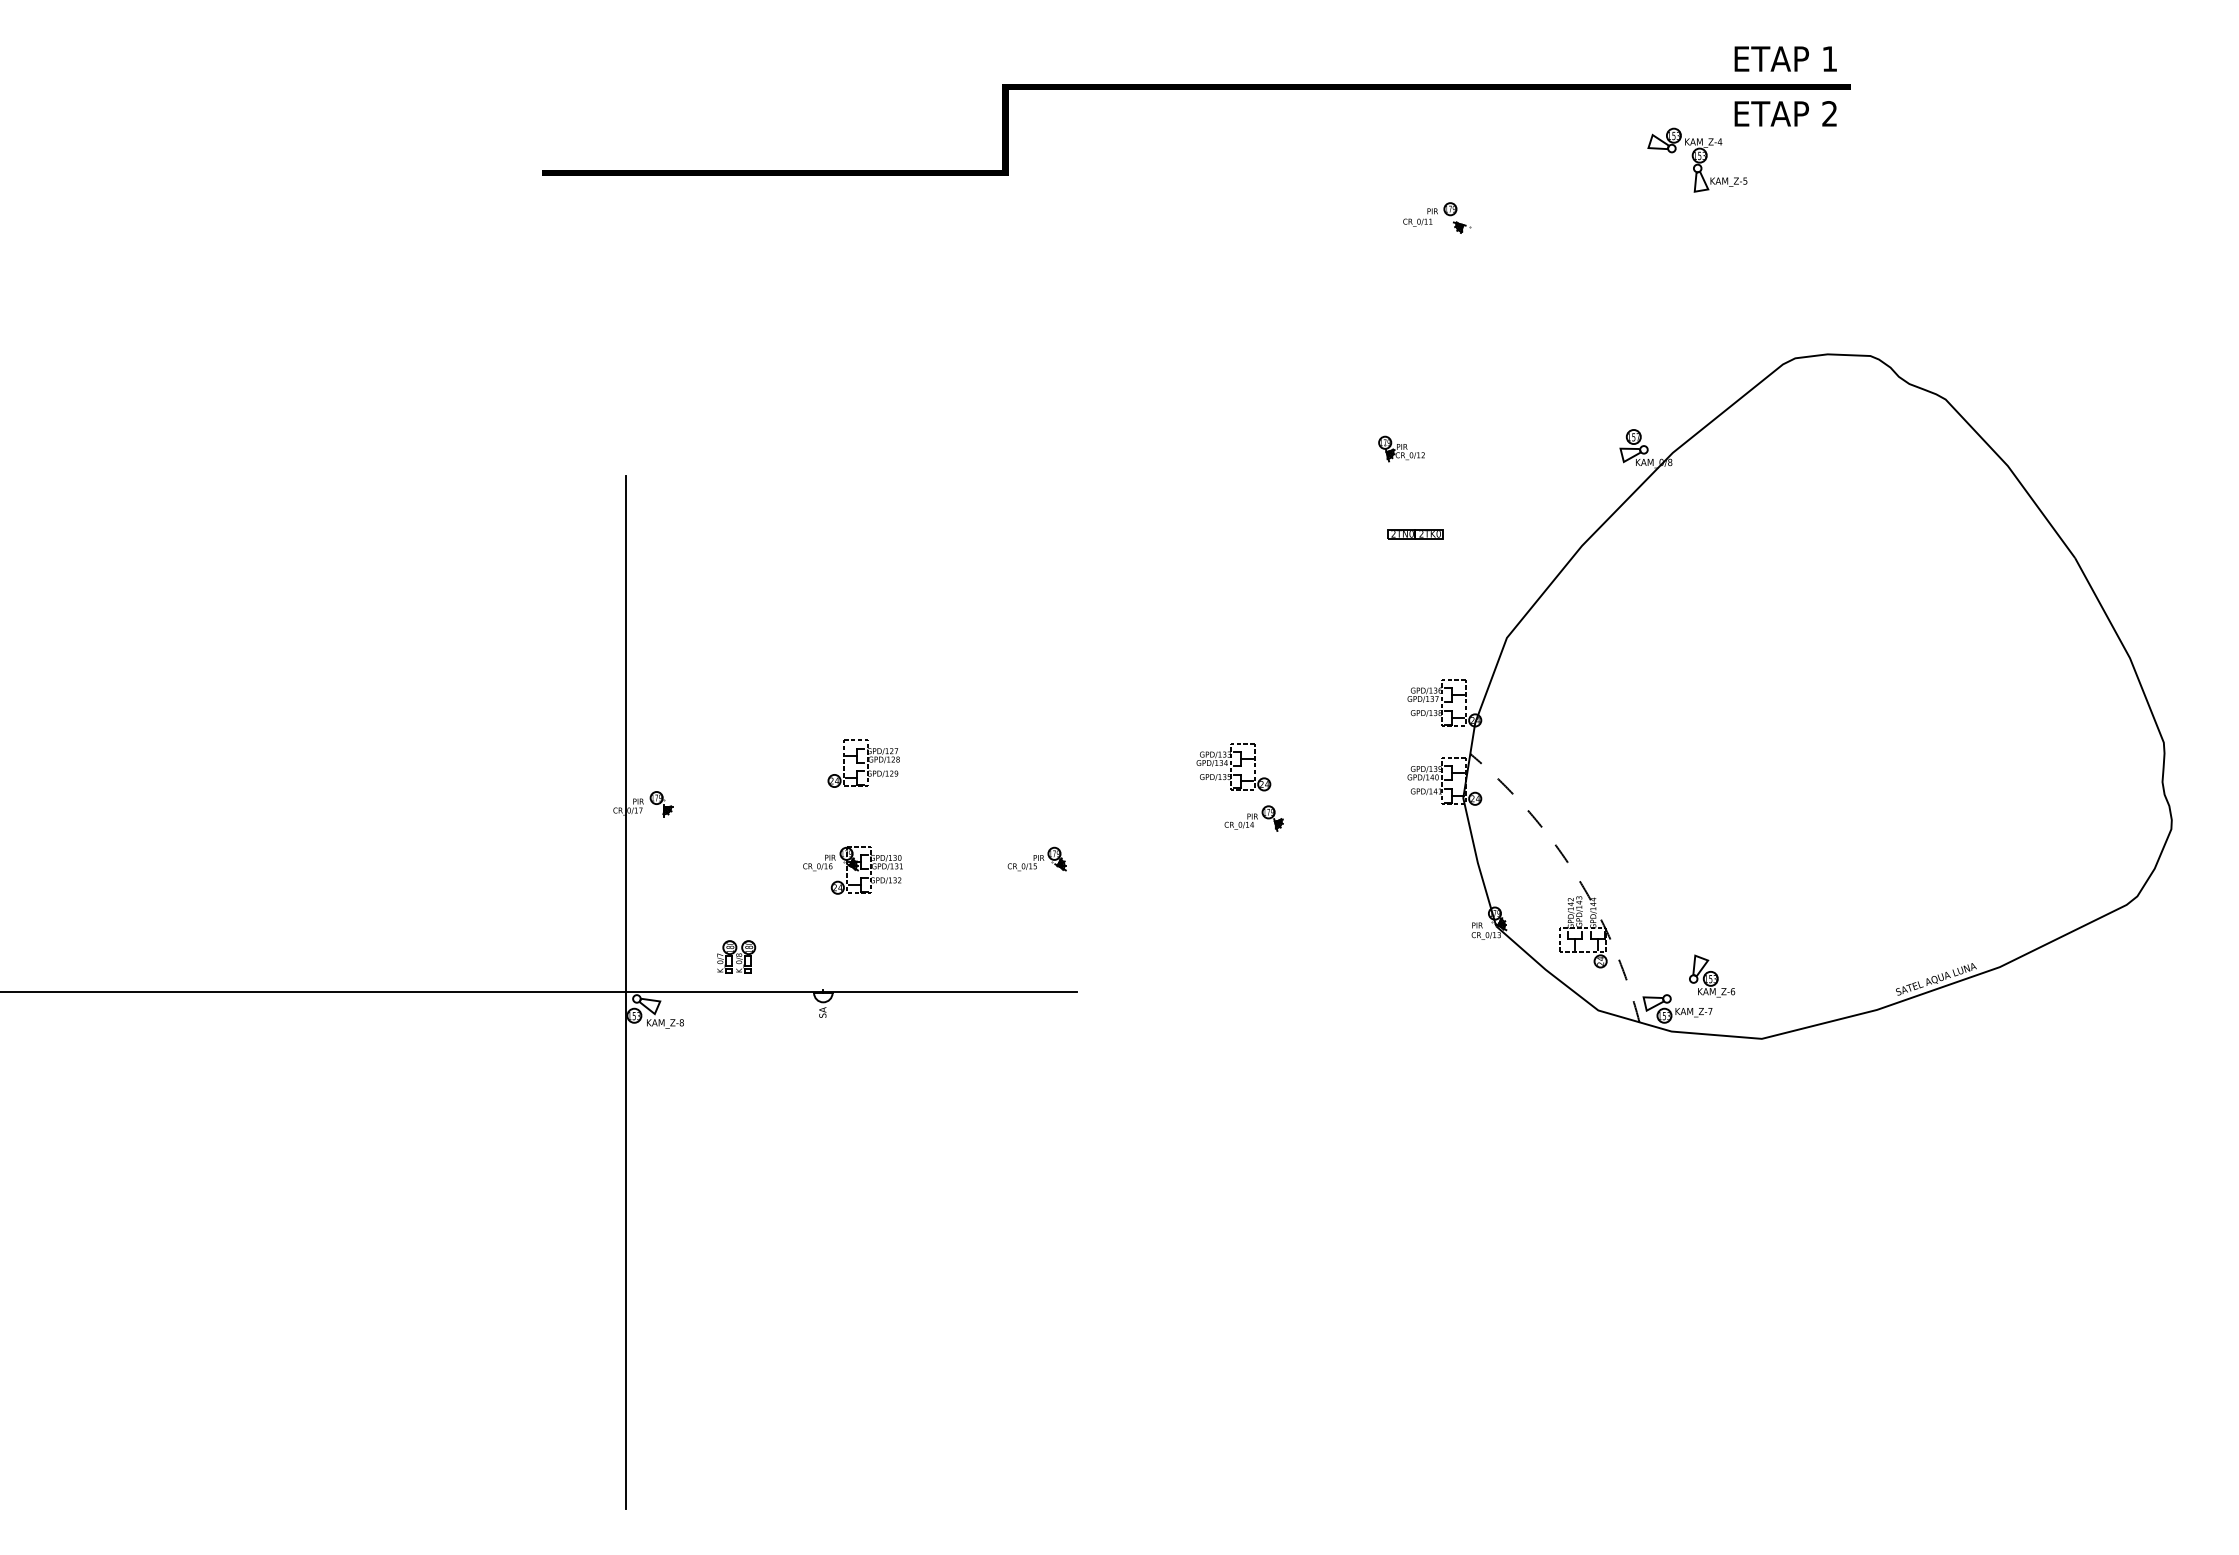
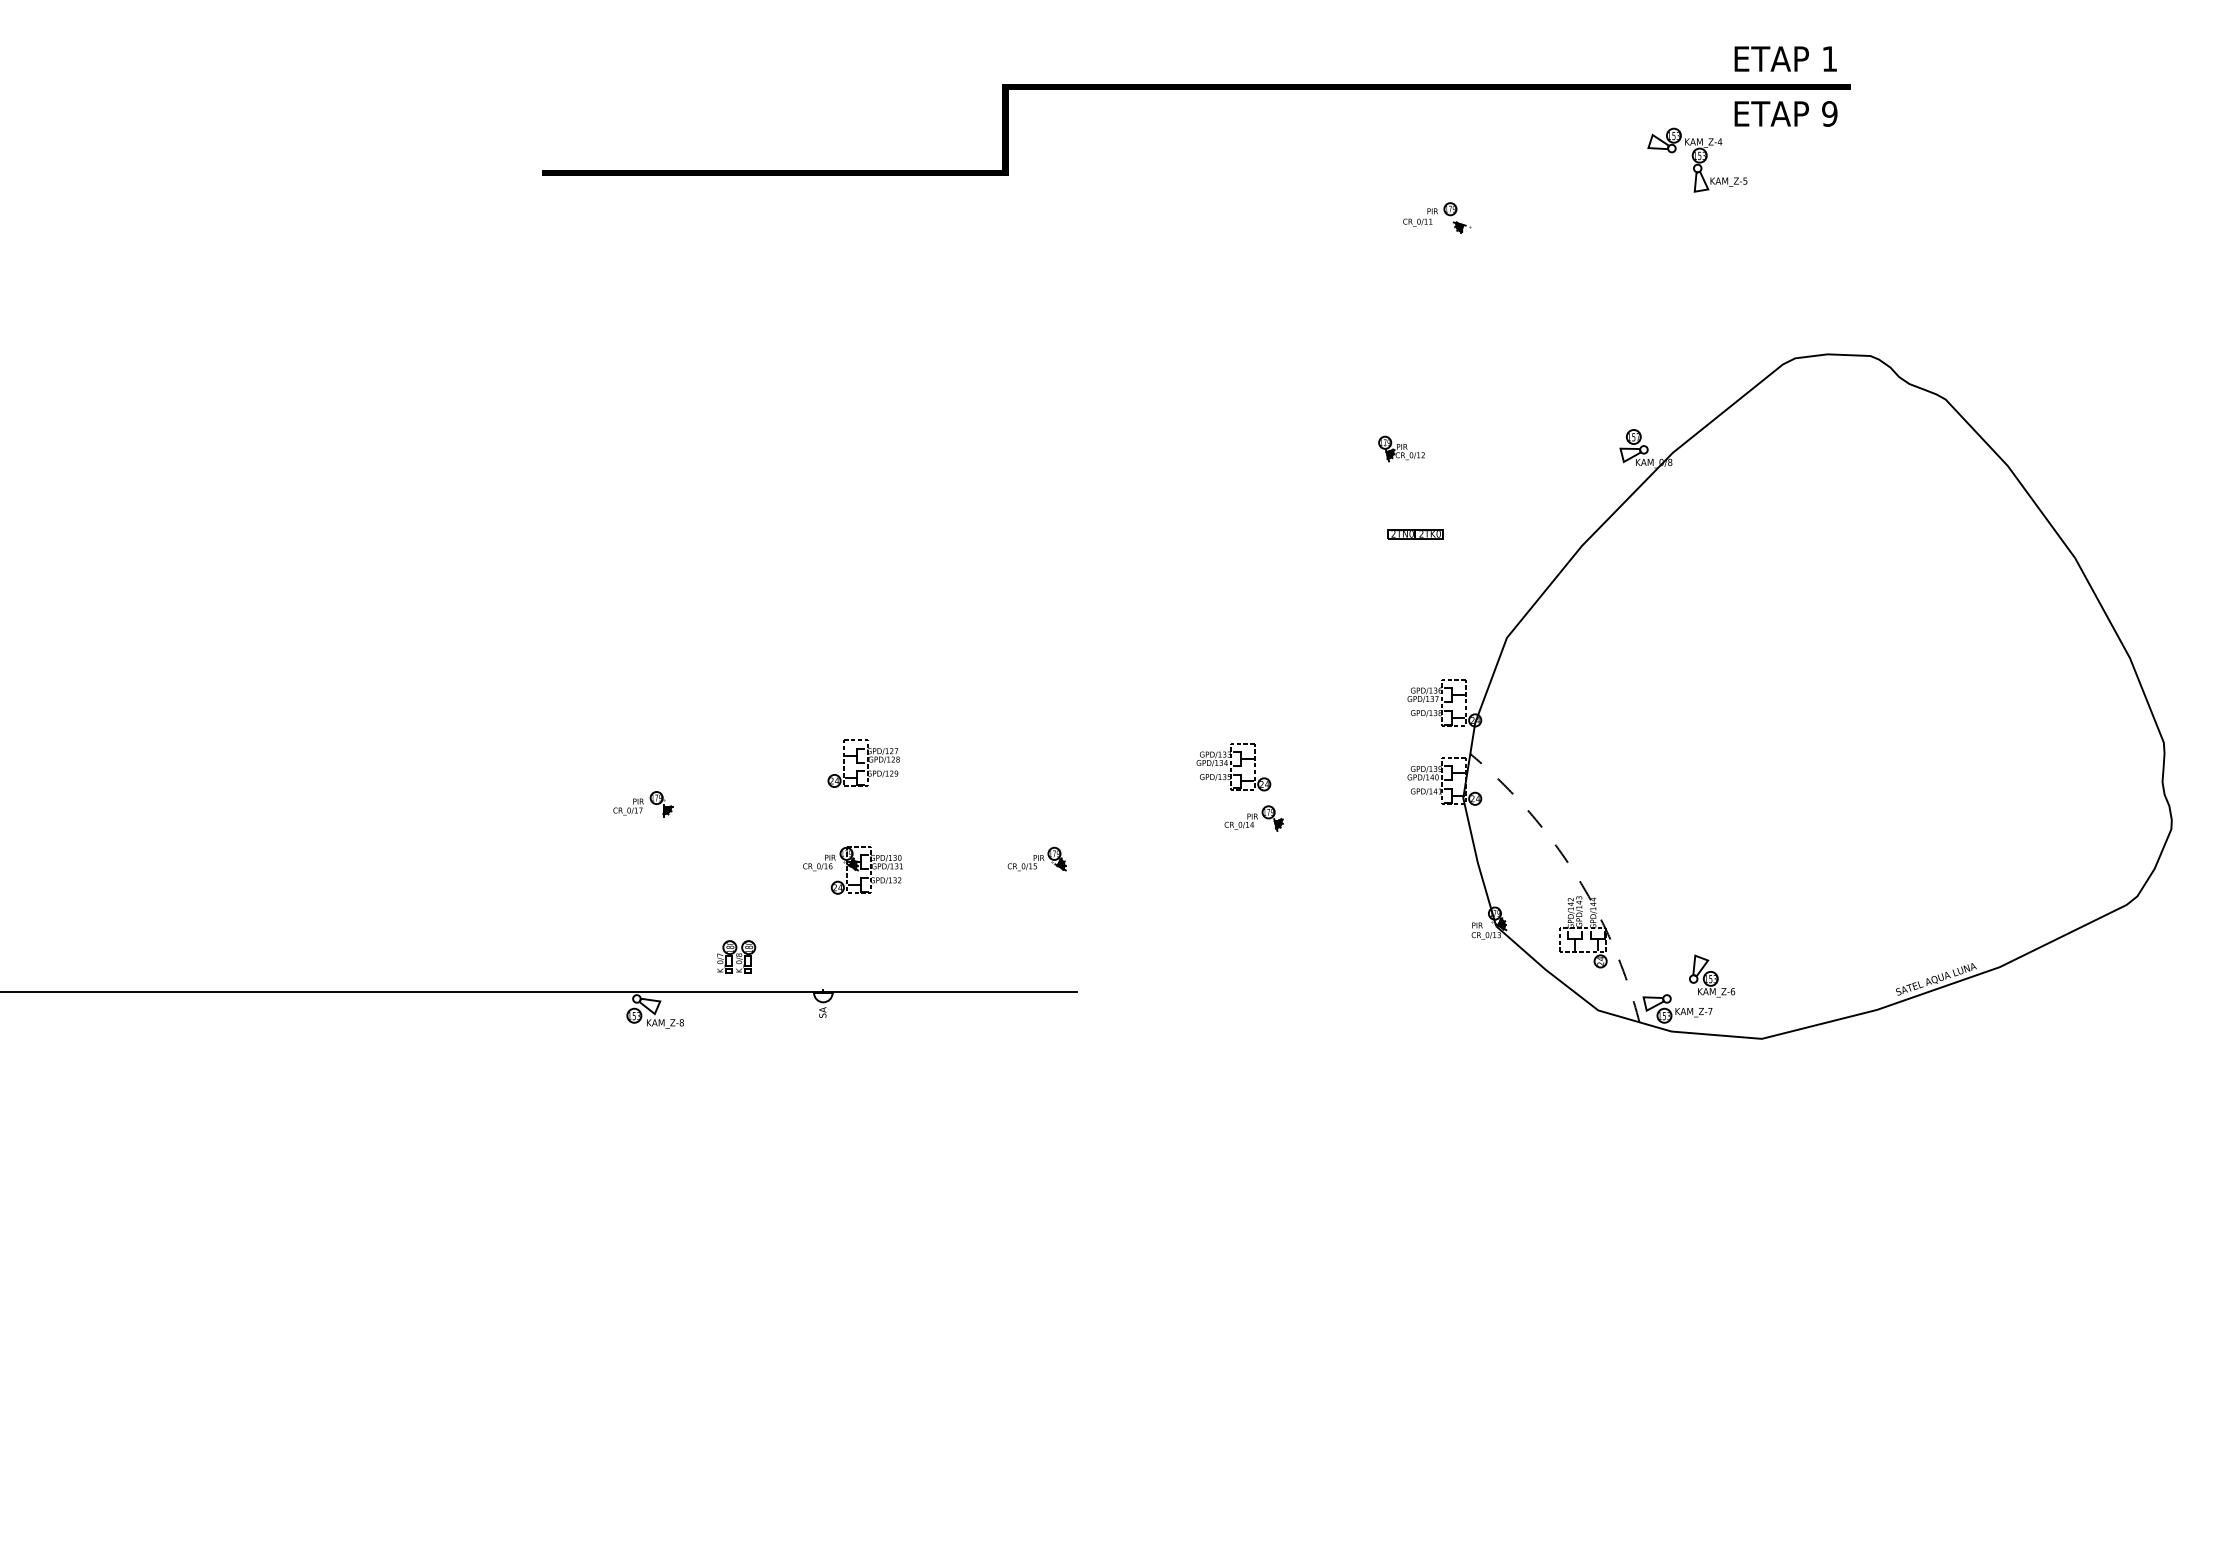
text at (1829, 113): 2 -> 9
line at (625, 992): present -> none
